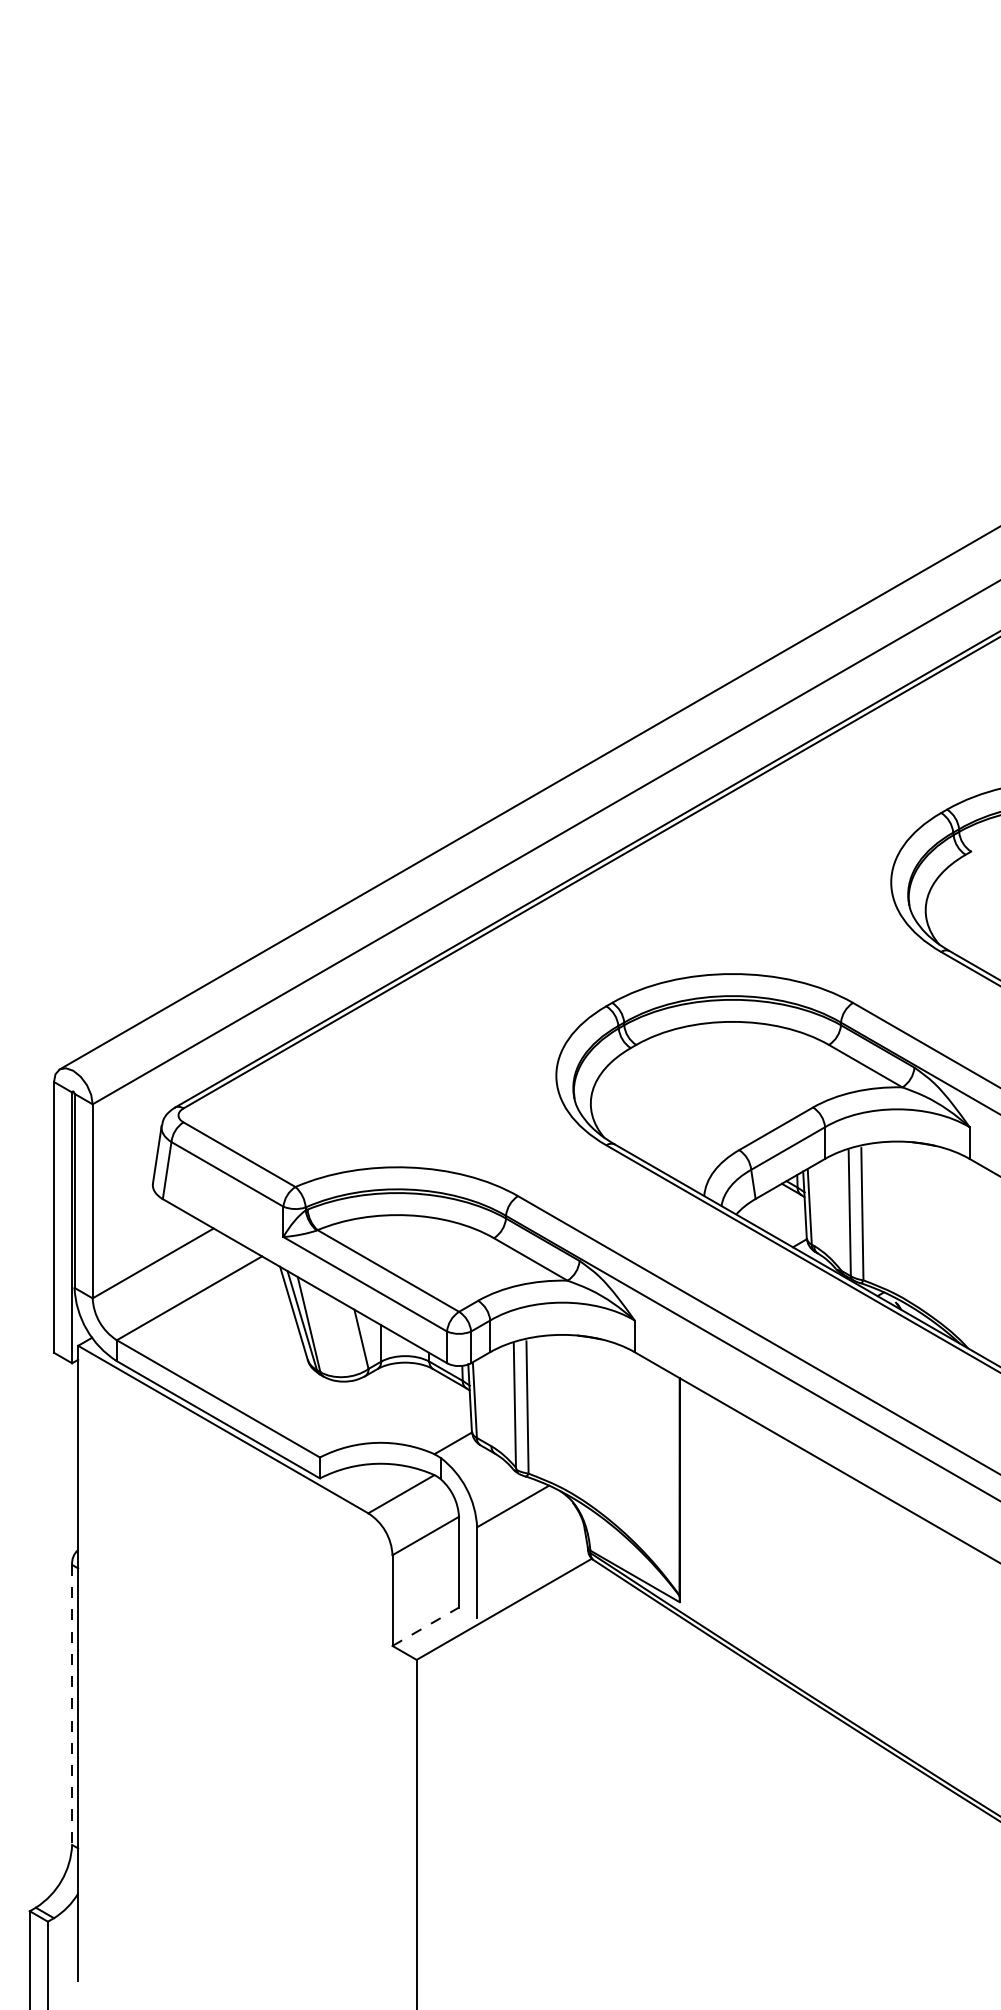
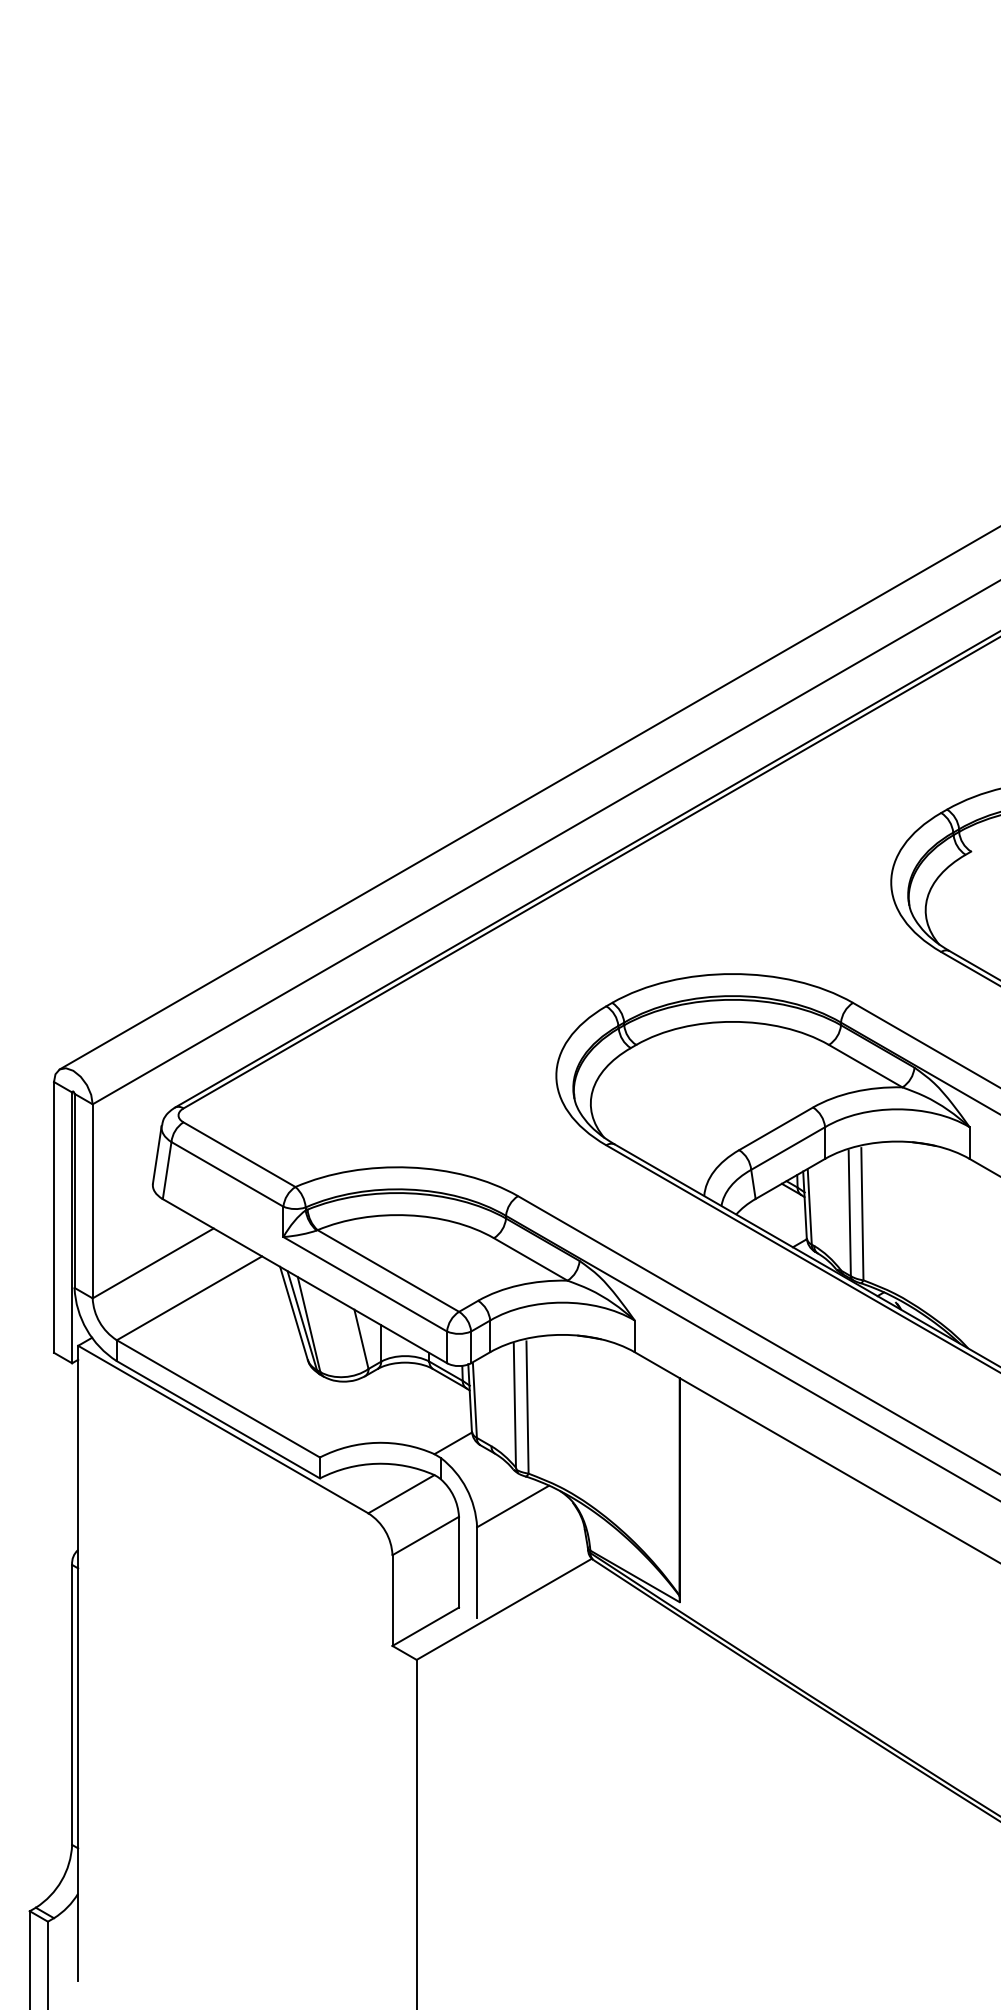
line at (426, 1626): dashed -> solid
line at (72, 1704): dashed -> solid
